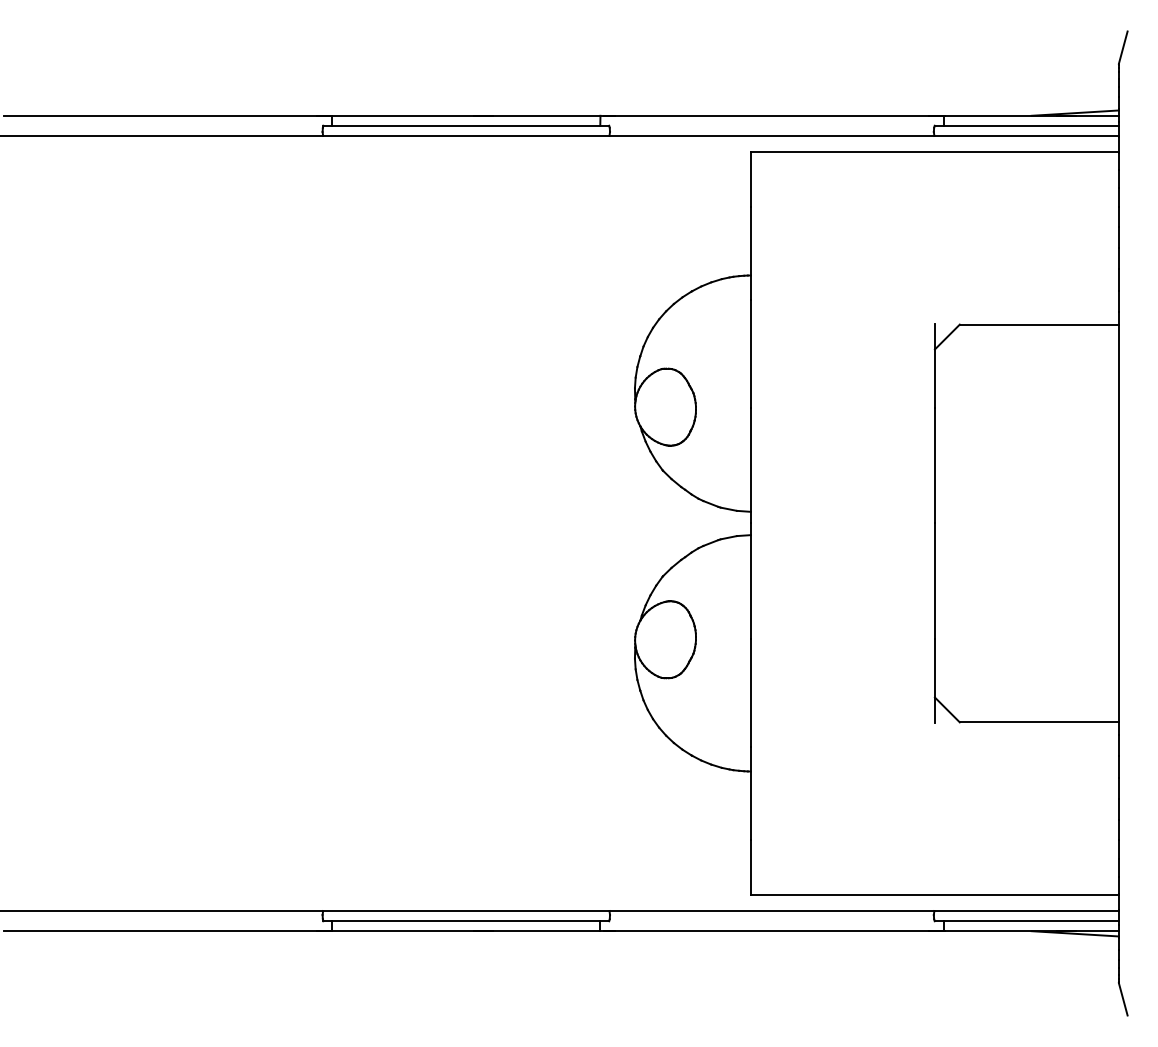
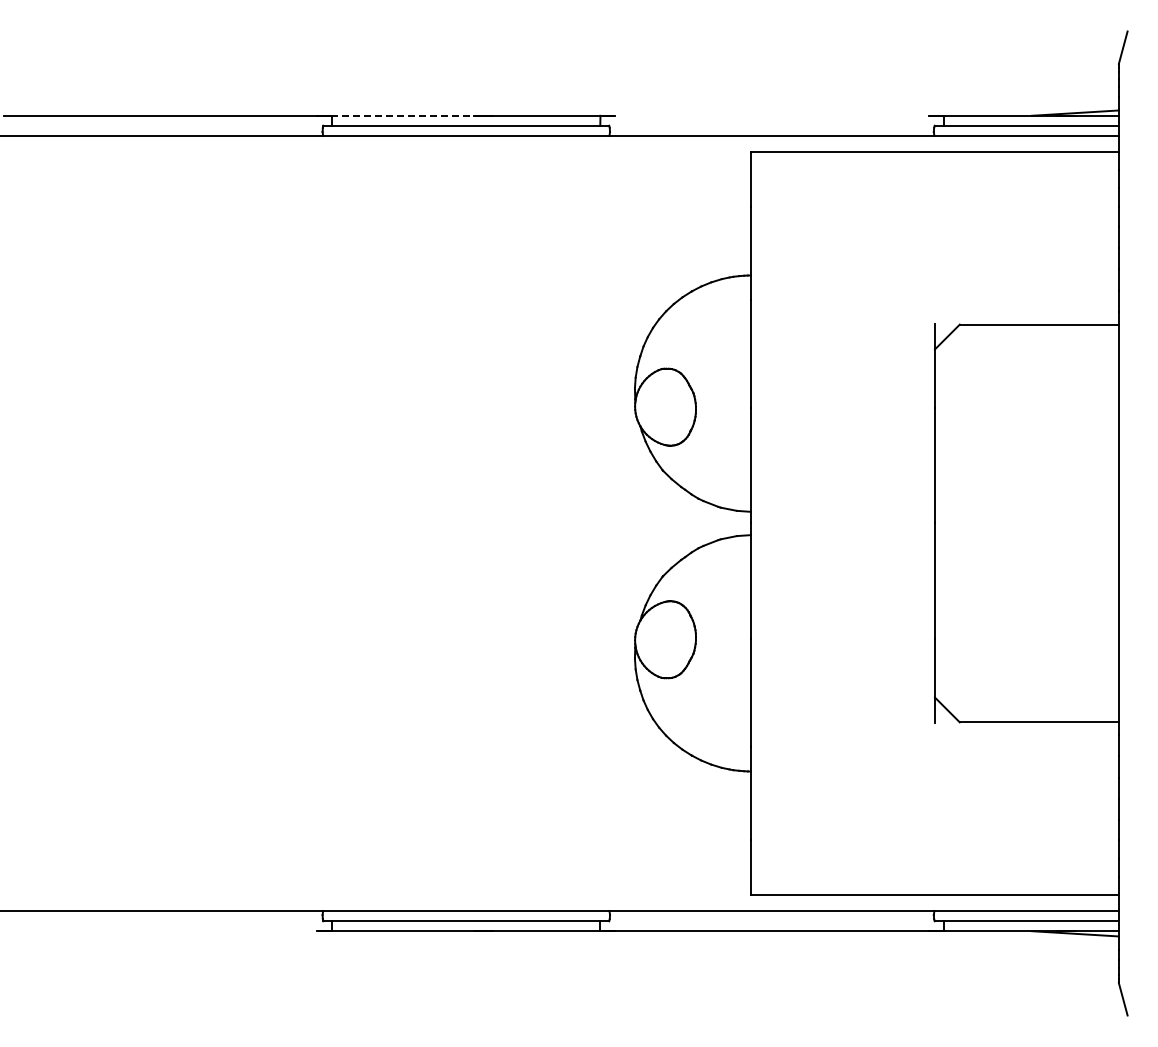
line at (402, 115): solid -> dashed
line at (771, 115): present -> none
line at (160, 931): present -> none
